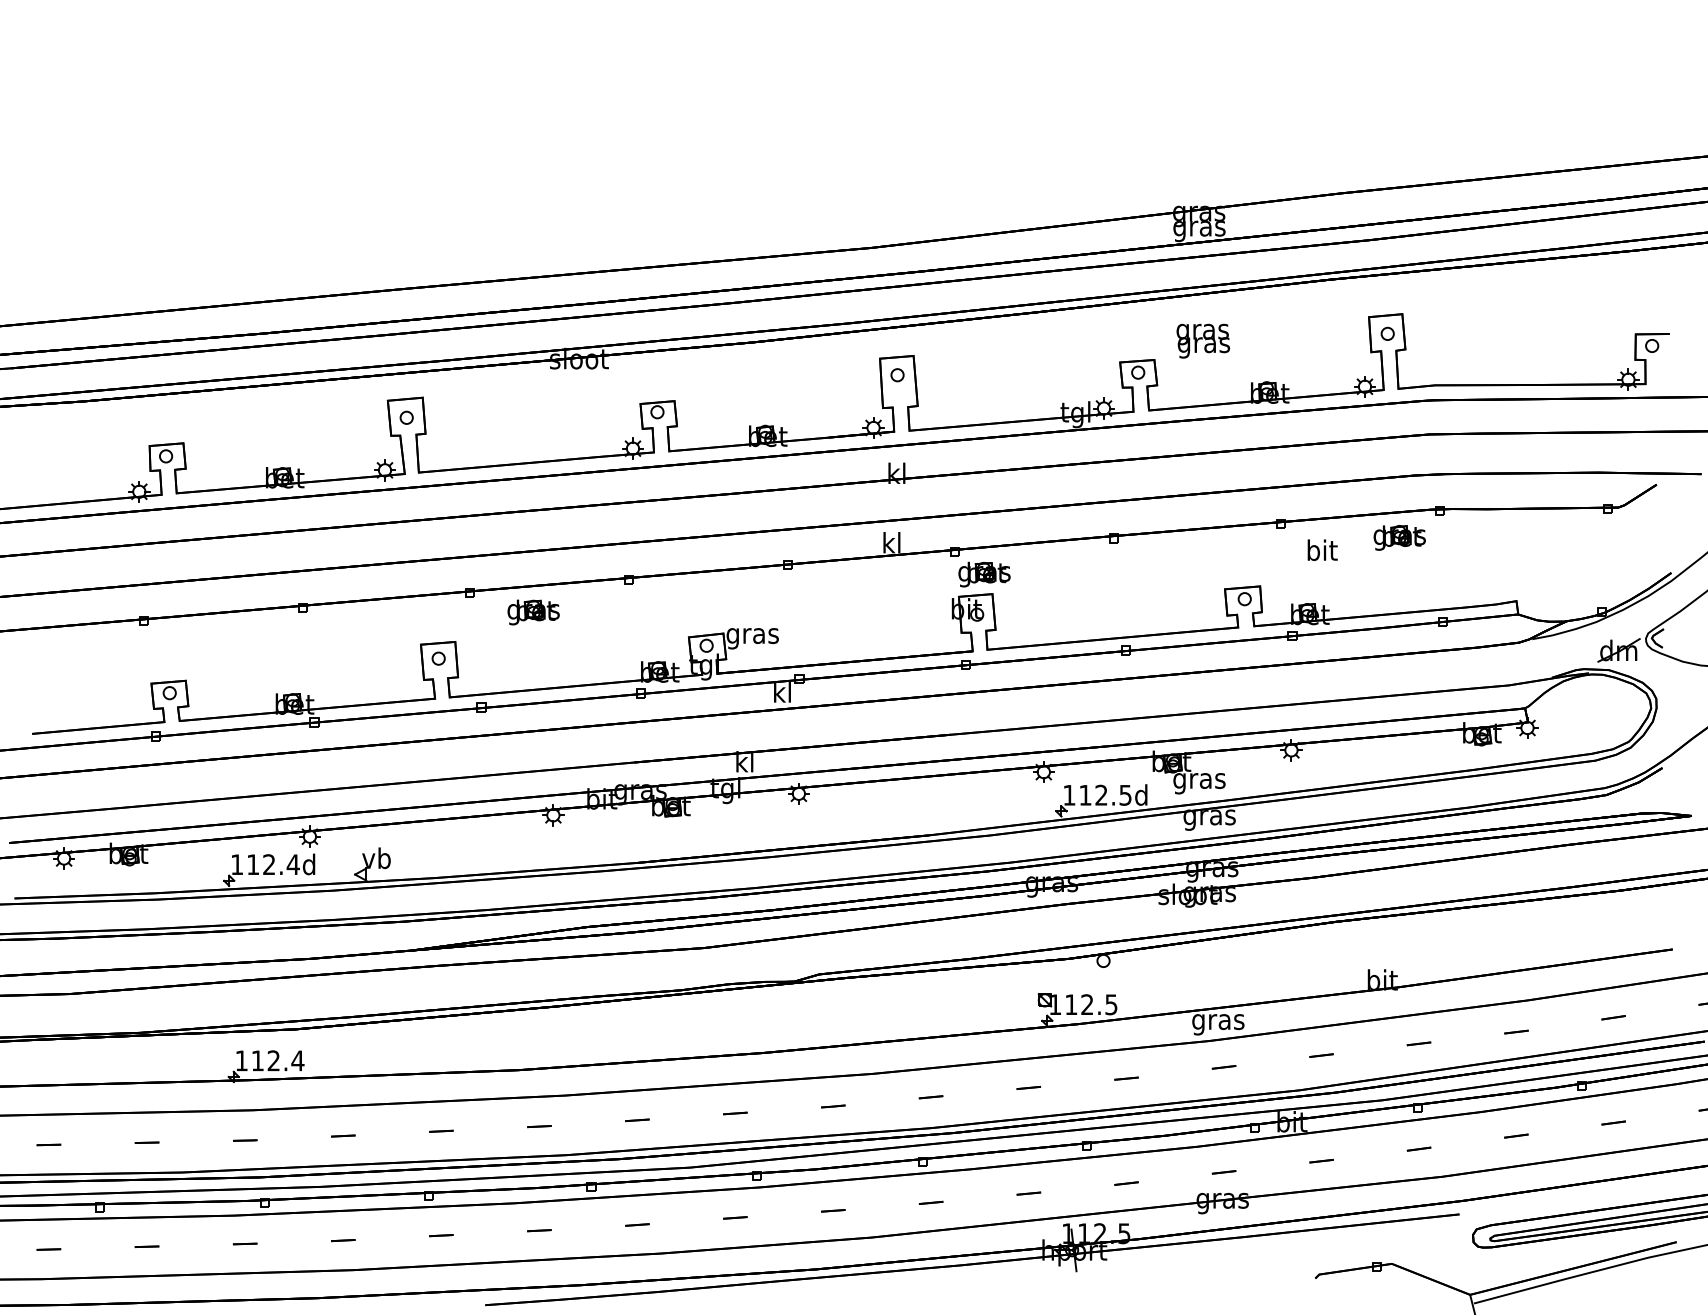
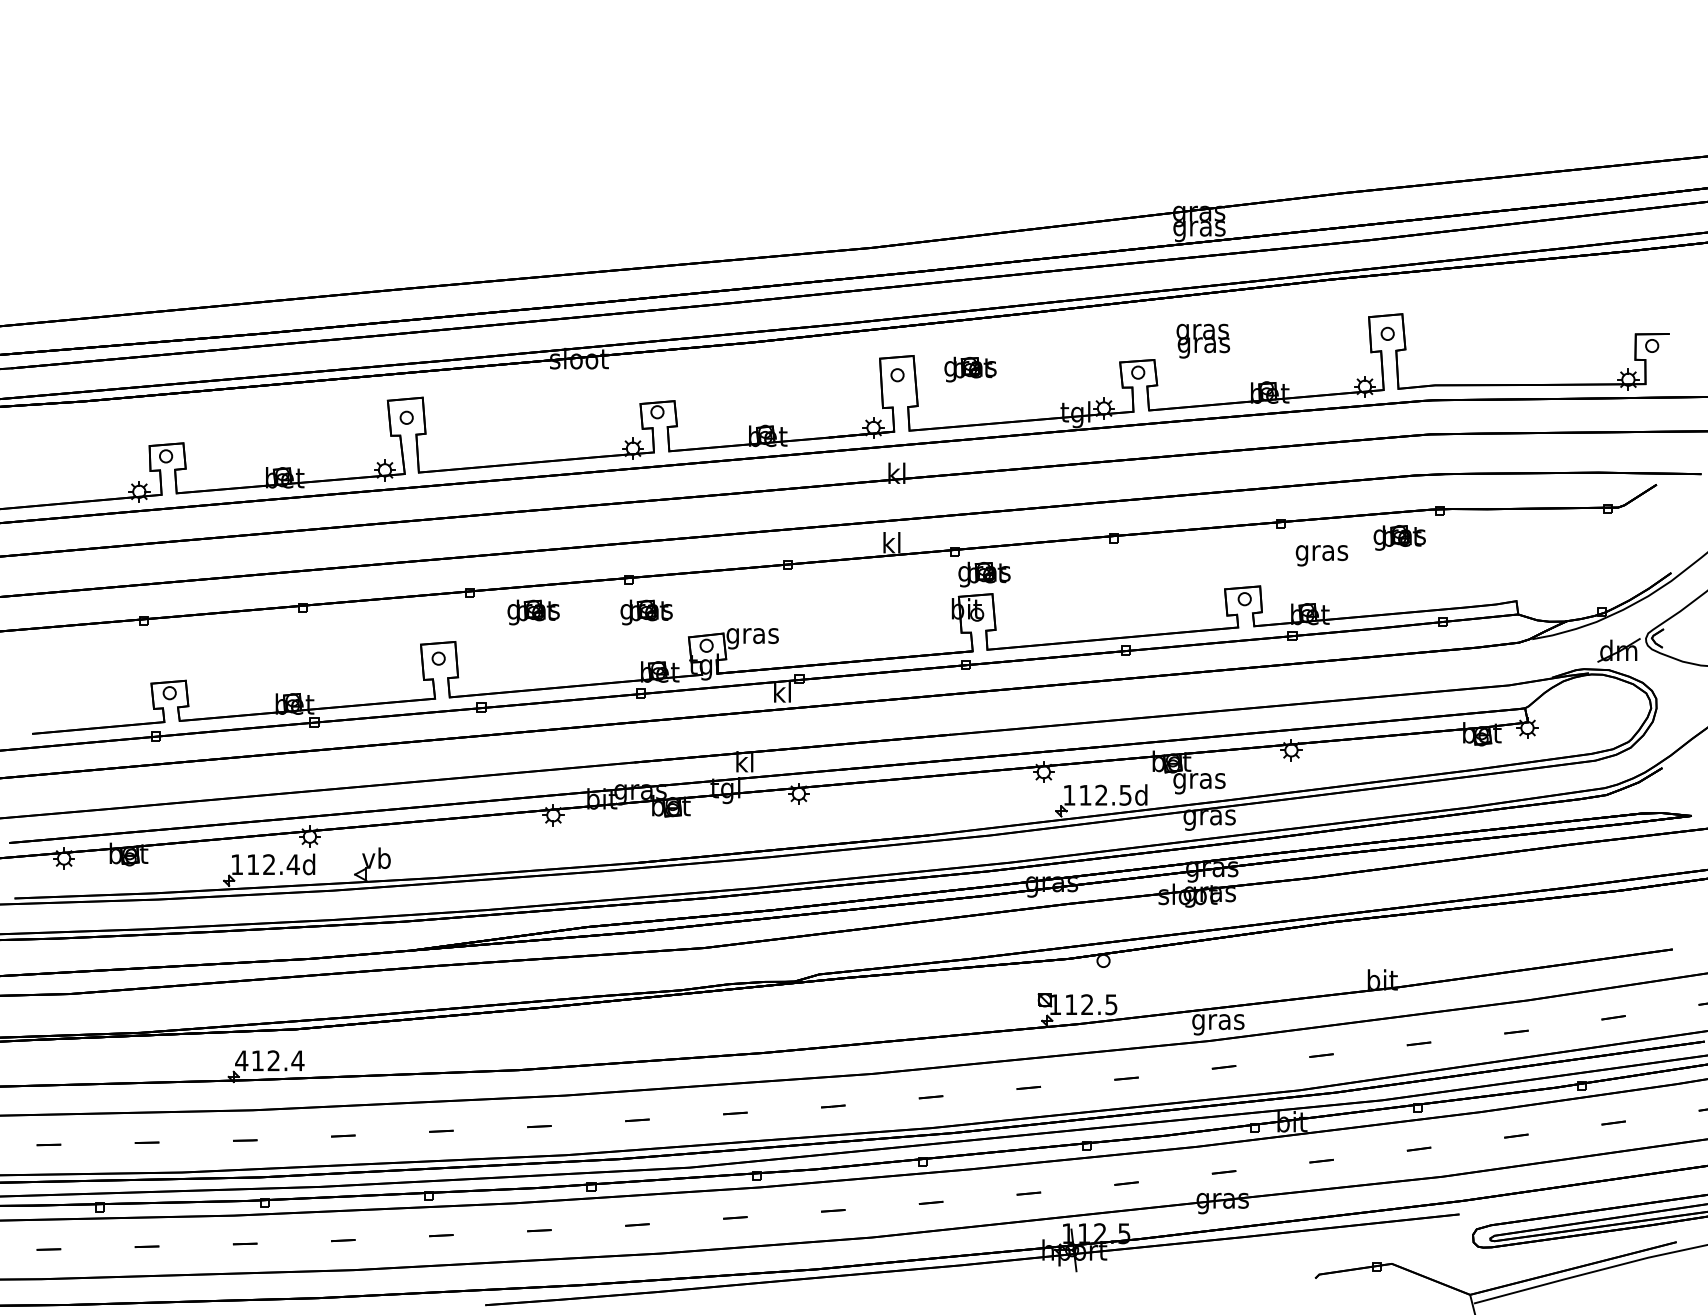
part at (970, 369): none -> present
text at (1321, 552): bit -> gras
part at (646, 612): none -> present
text at (241, 1060): 112.4 -> 412.4
